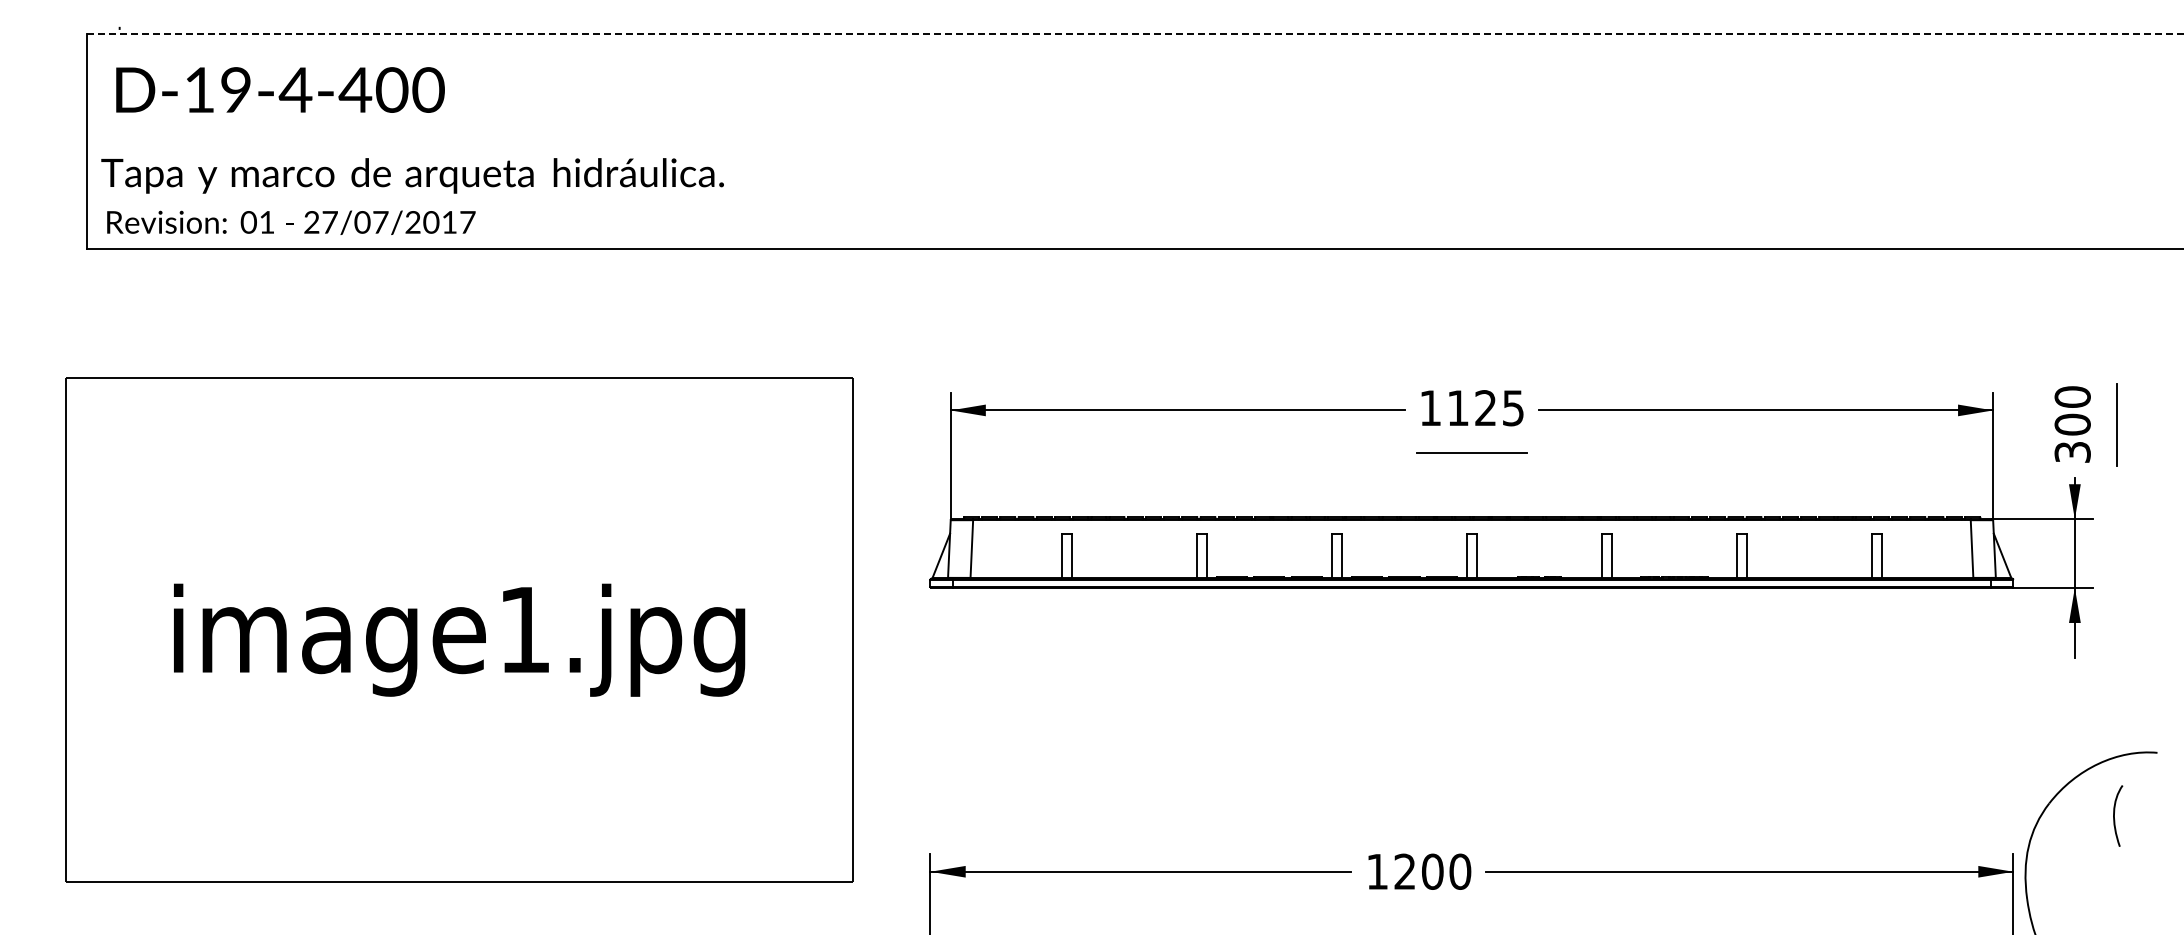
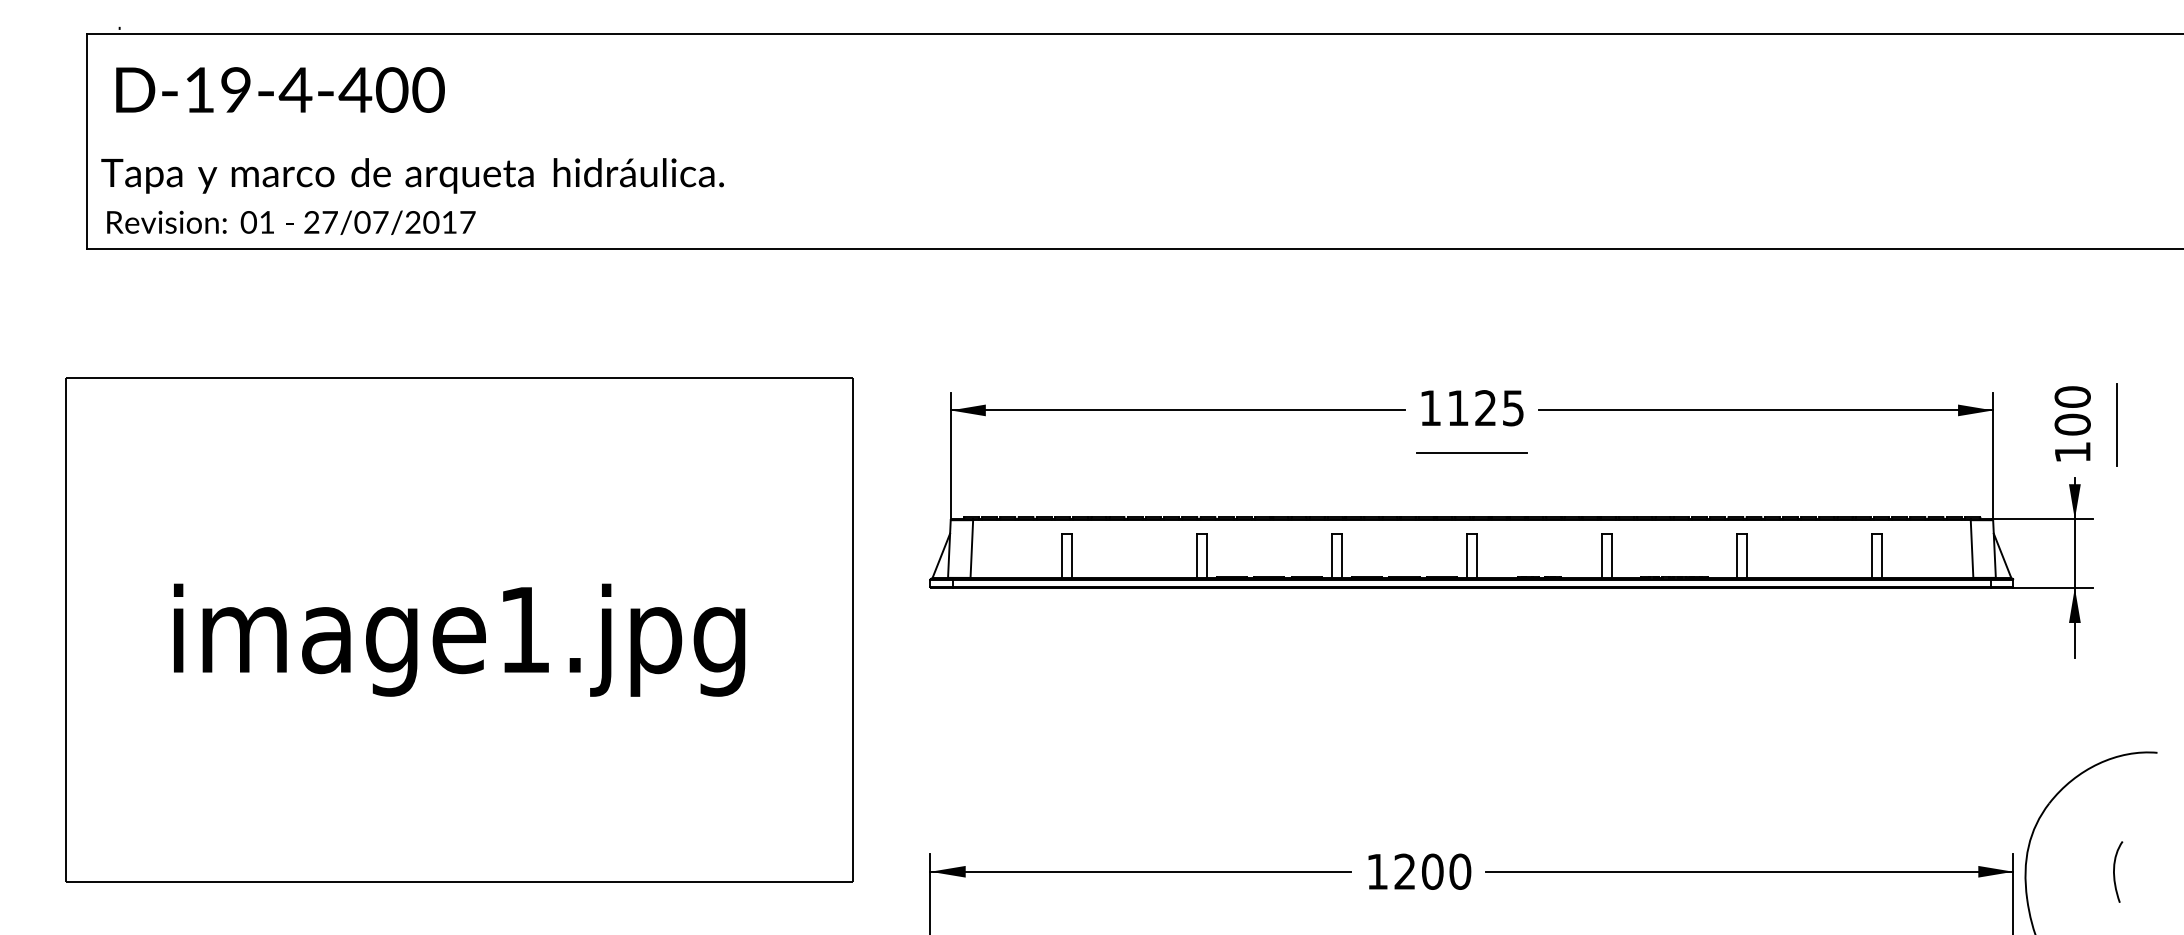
line at (1136, 33): dashed -> solid
text at (2072, 452): 300 -> 100
curve at (2114, 815) position: (2114, 815) -> (2114, 871)
